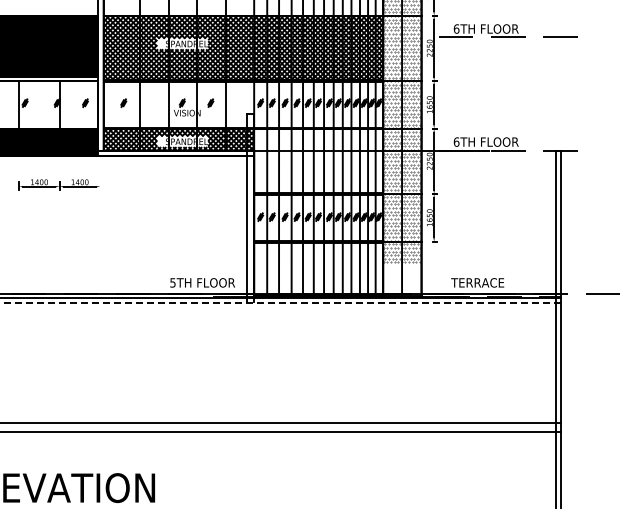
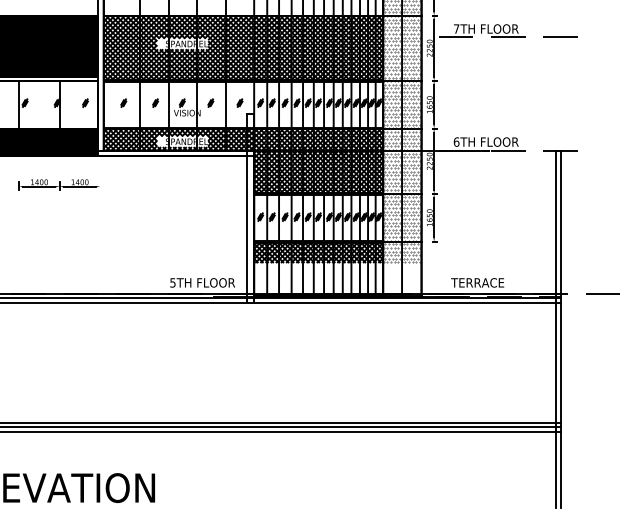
text at (456, 28): 6TH -> 7TH
part at (155, 102): none -> present
part at (239, 102): none -> present
hatch at (318, 160): none -> present
hatch at (318, 252): none -> present
line at (280, 302): dashed -> solid
line at (281, 427): none -> present
